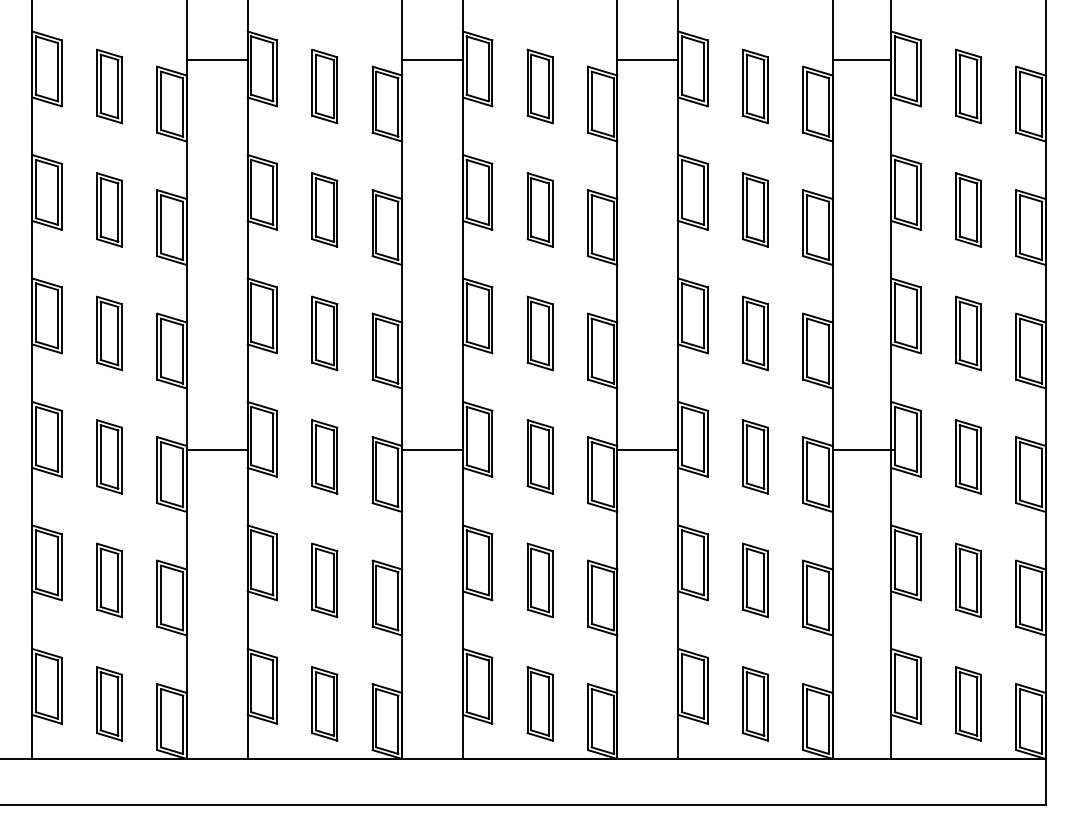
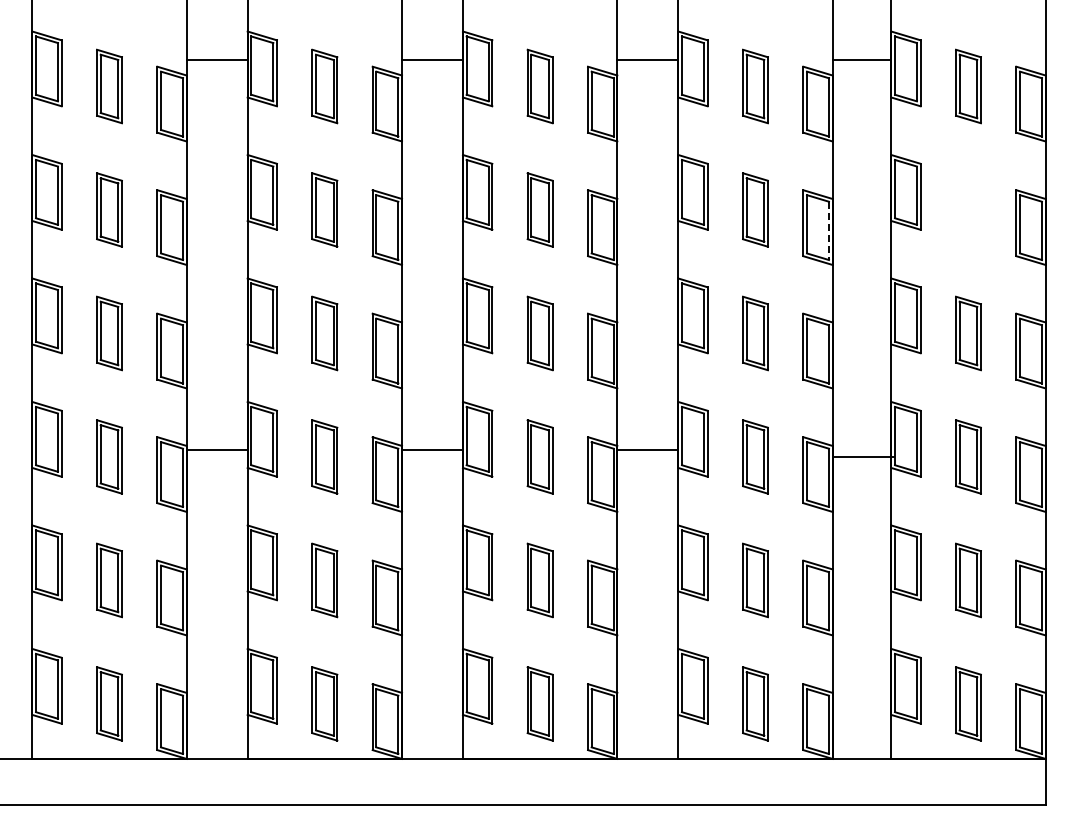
part at (968, 209): present -> none
line at (828, 231): solid -> dashed
line at (862, 450) position: (862, 450) -> (862, 457)
